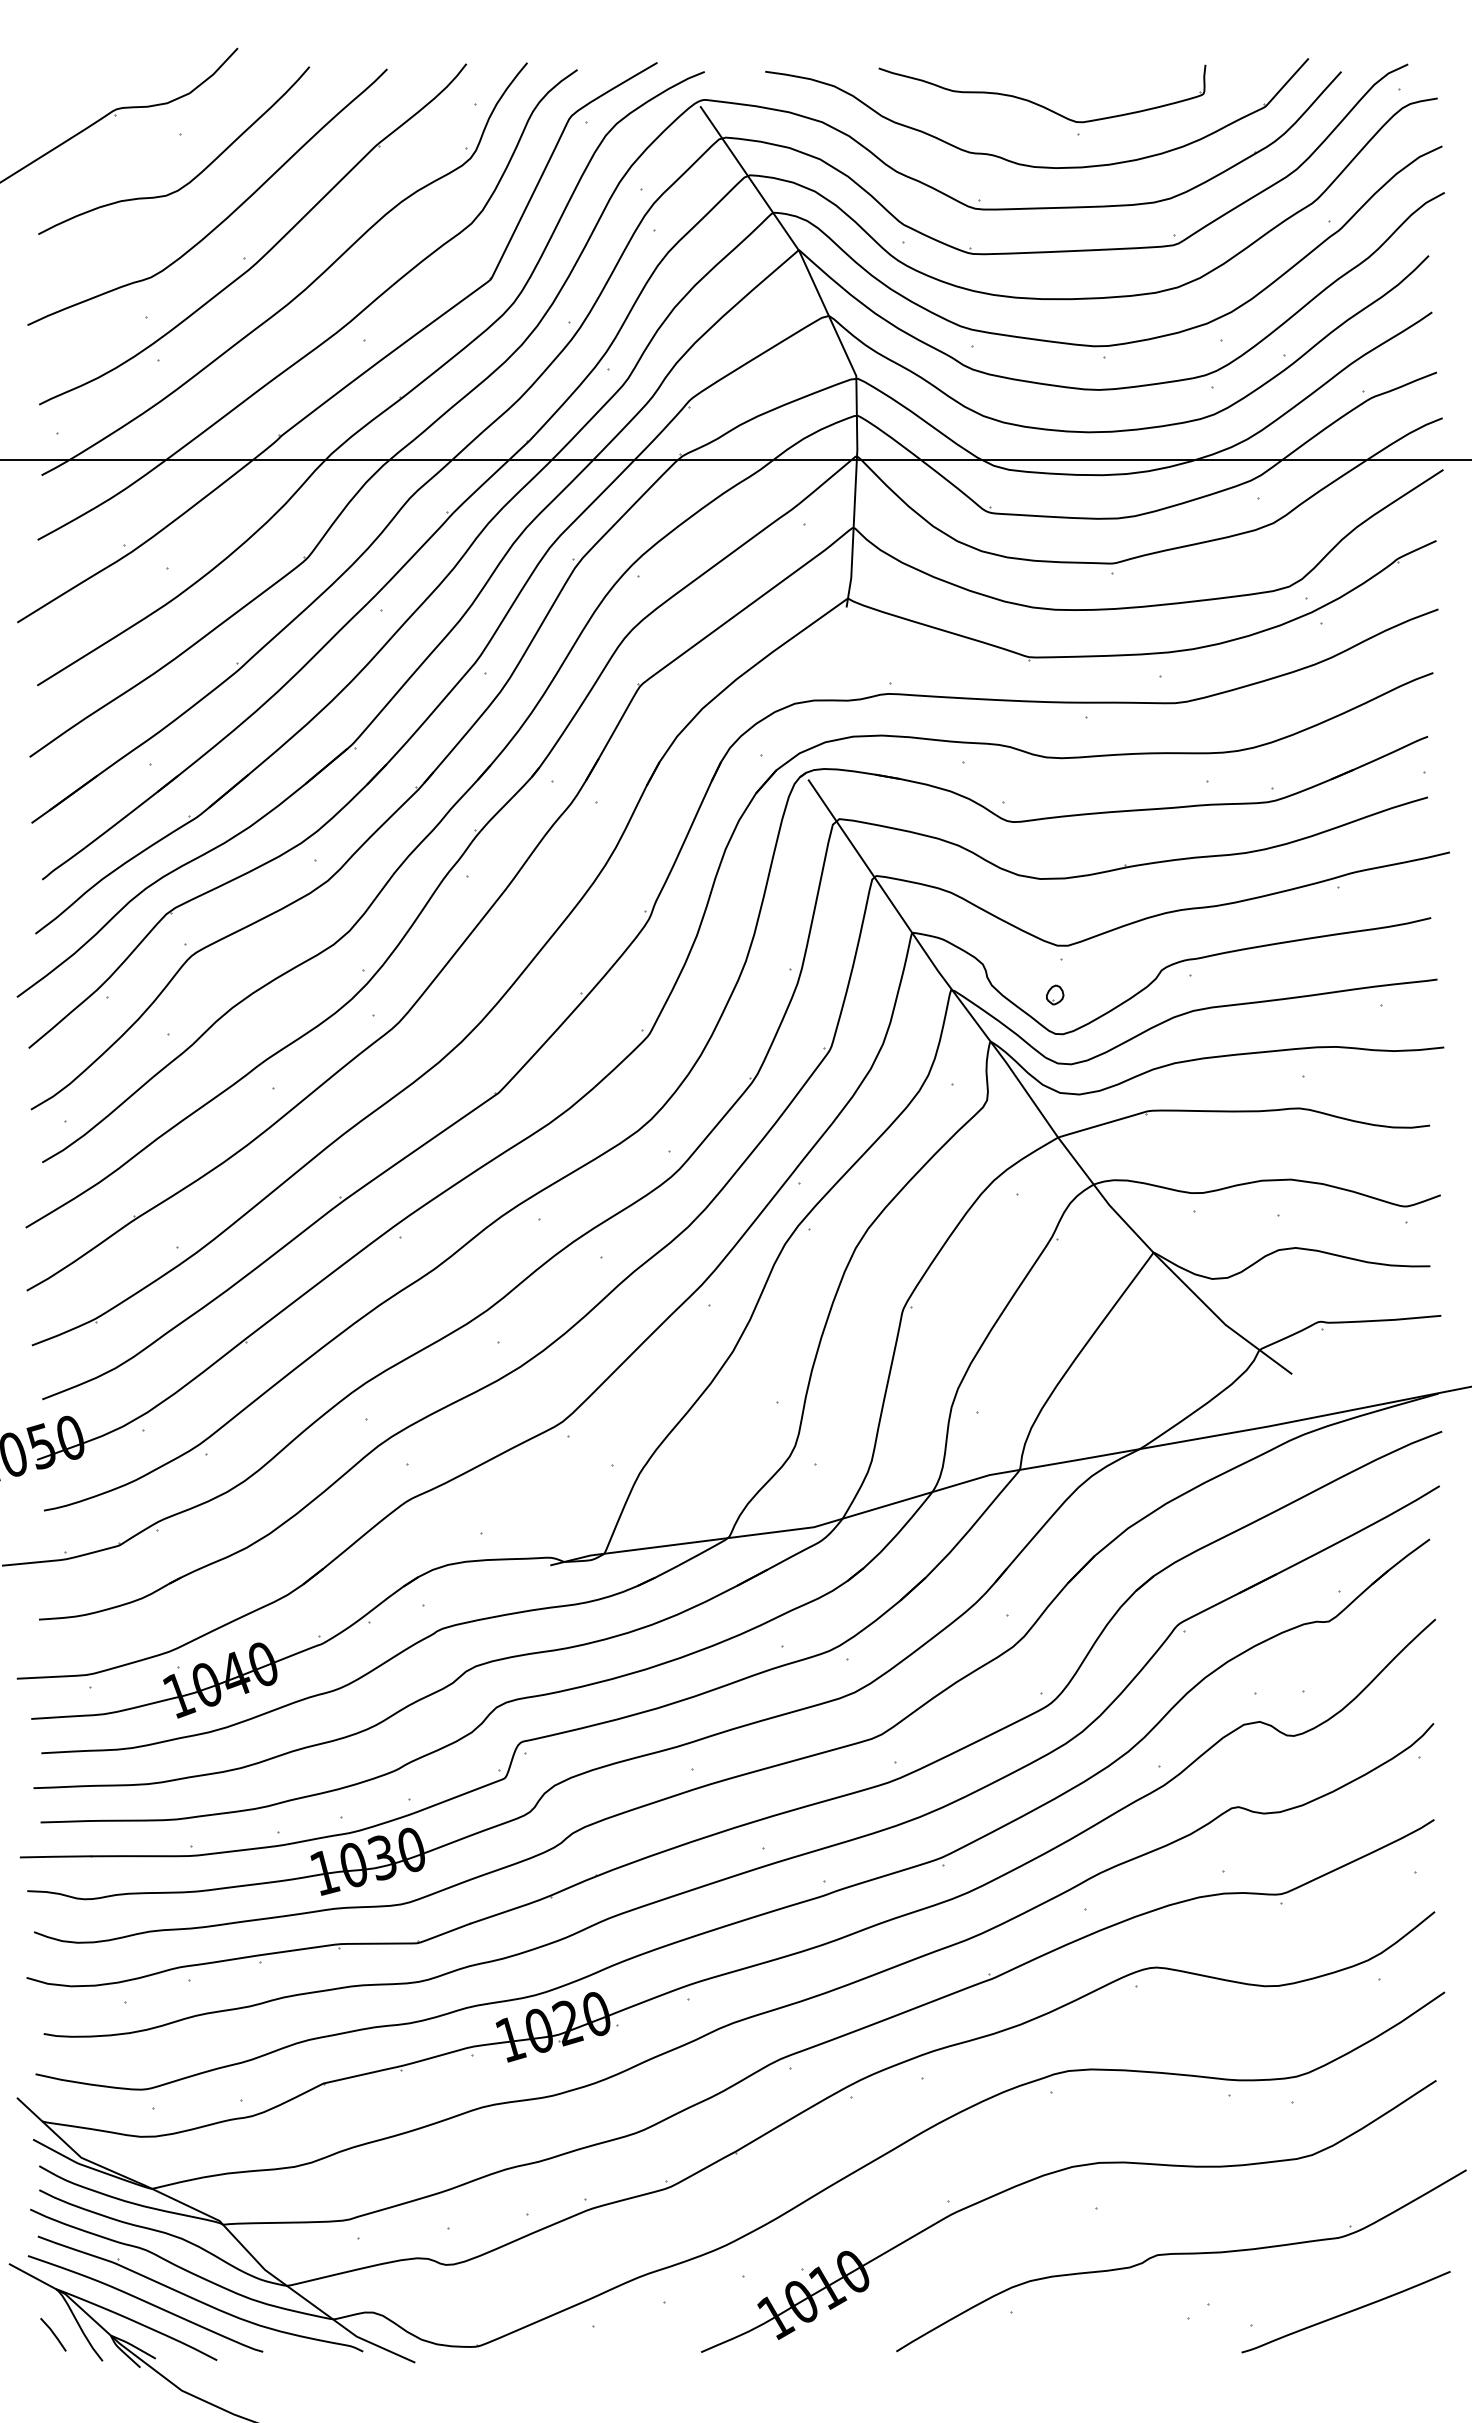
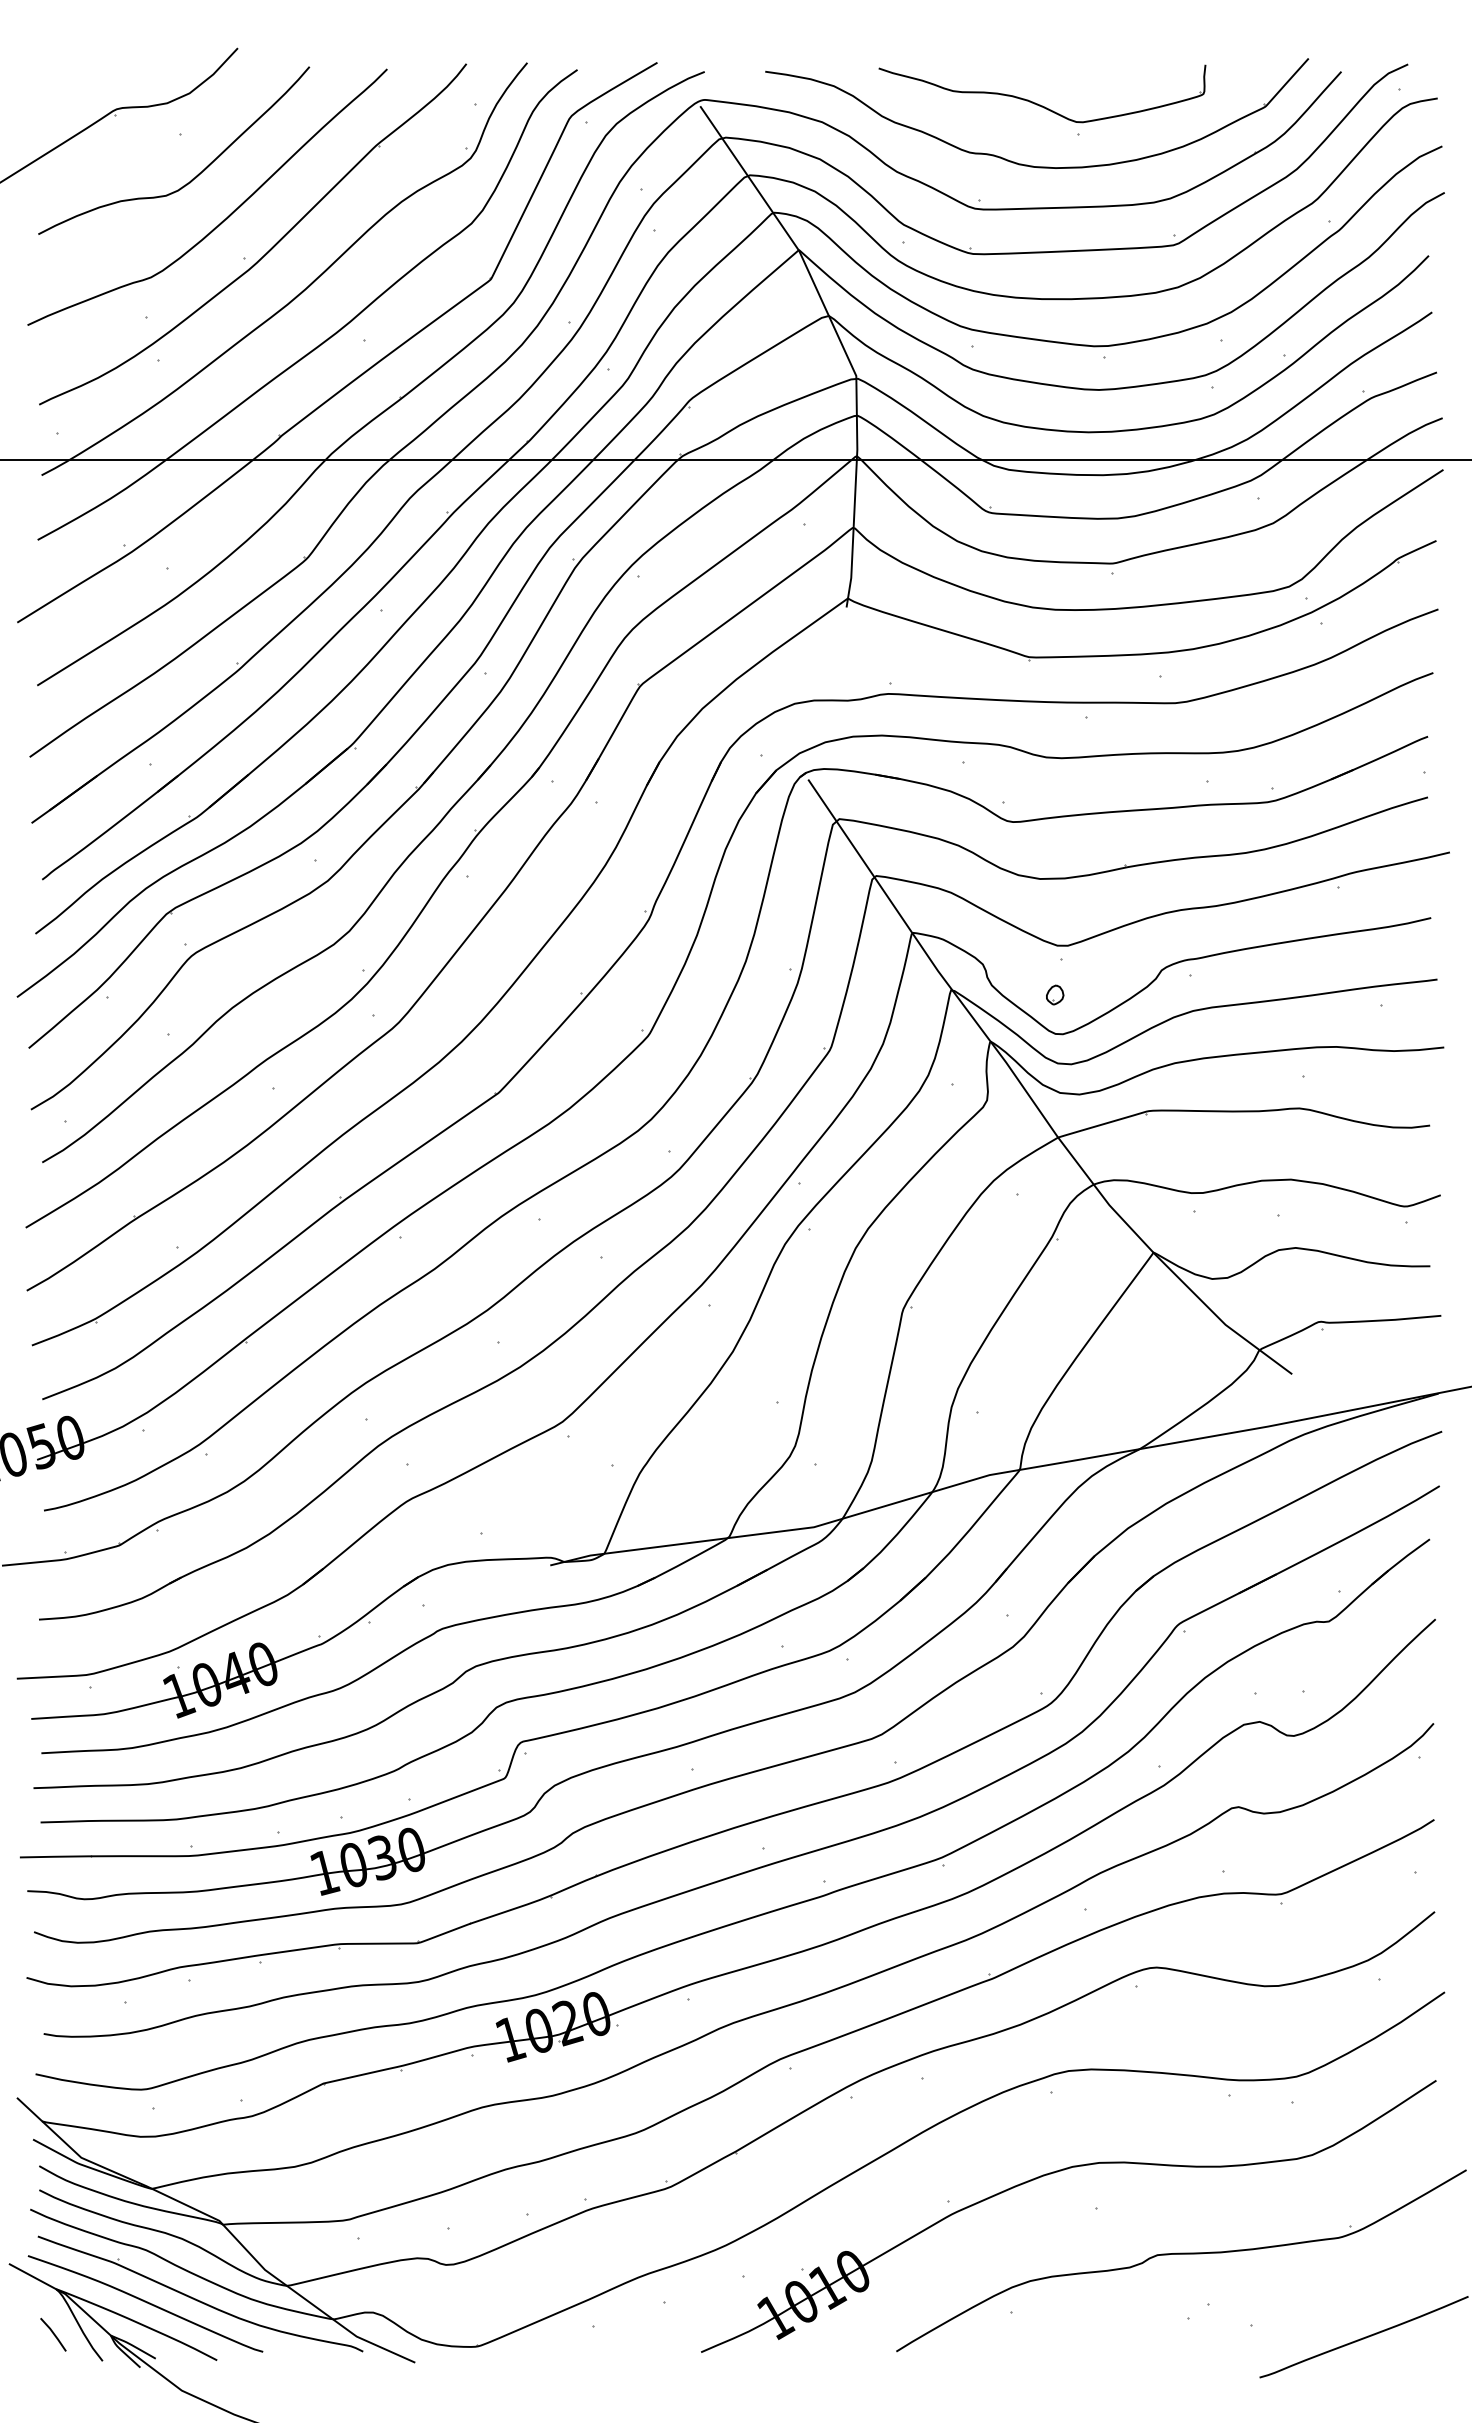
curve at (1345, 2312) position: (1345, 2312) -> (1363, 2337)
